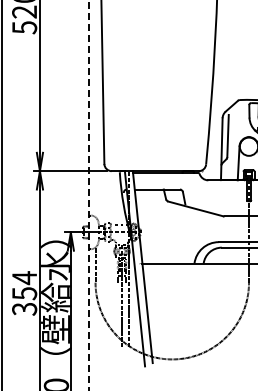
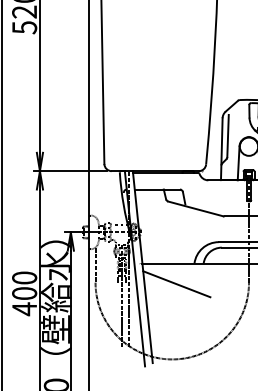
line at (89, 195): dashed -> solid
line at (176, 284): none -> present
text at (24, 293): 354 -> 400
